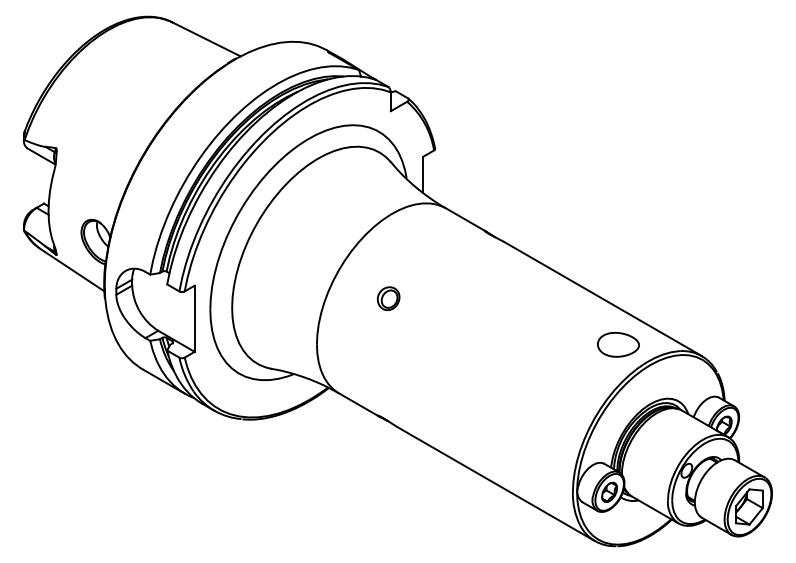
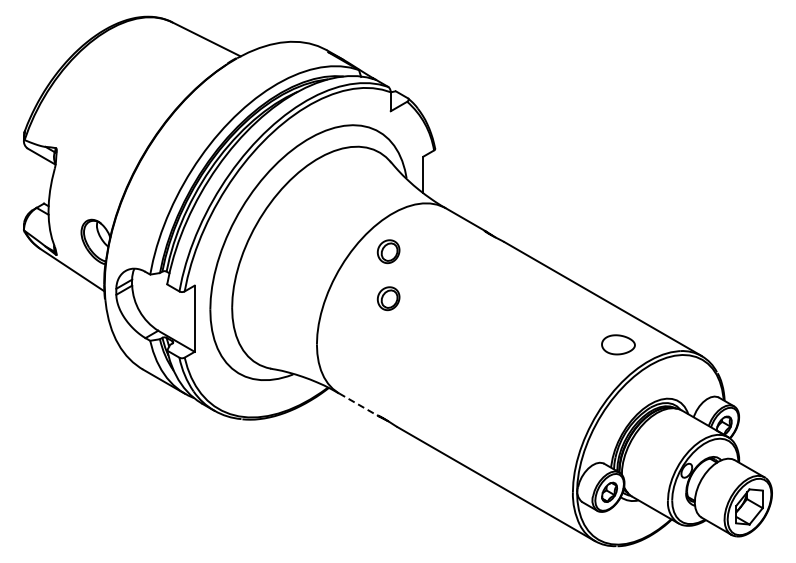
part at (388, 251): none -> present
part at (618, 344) size: 43x26 px -> 35x22 px
line at (359, 405): solid -> dashed
